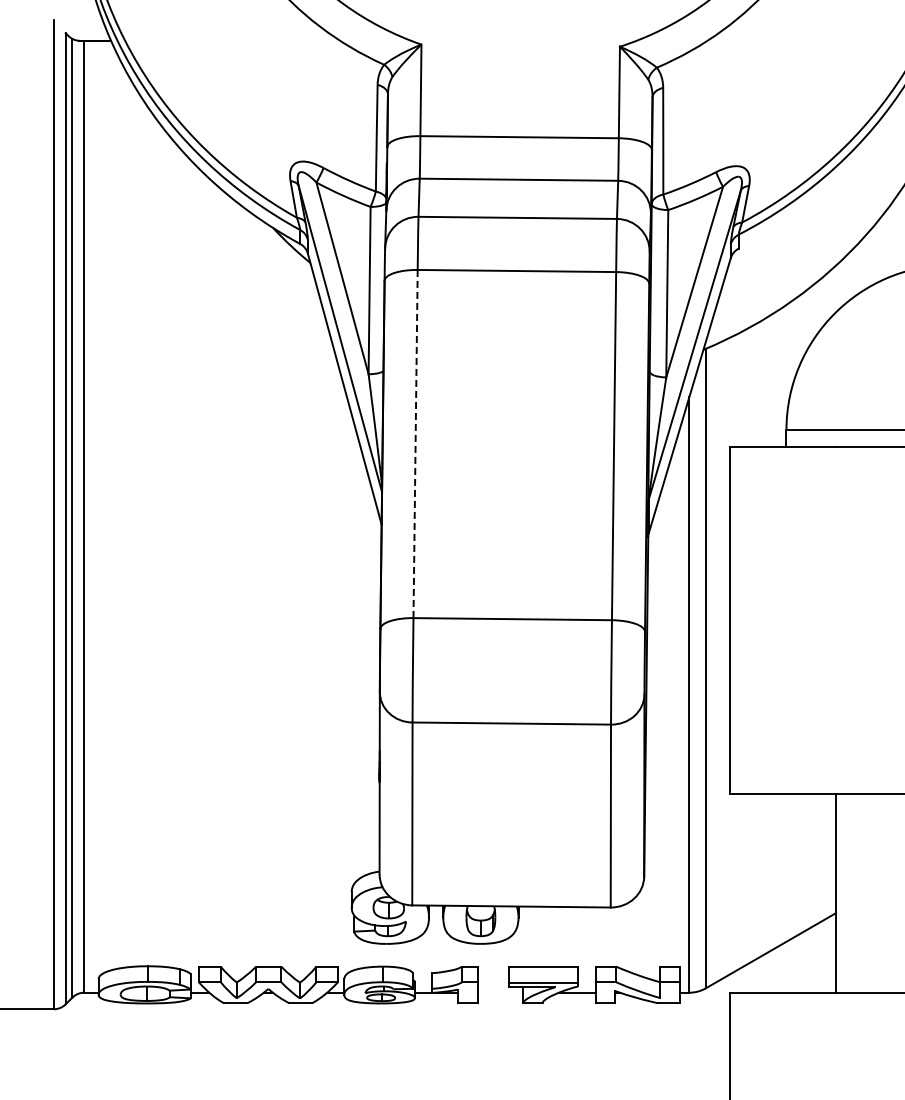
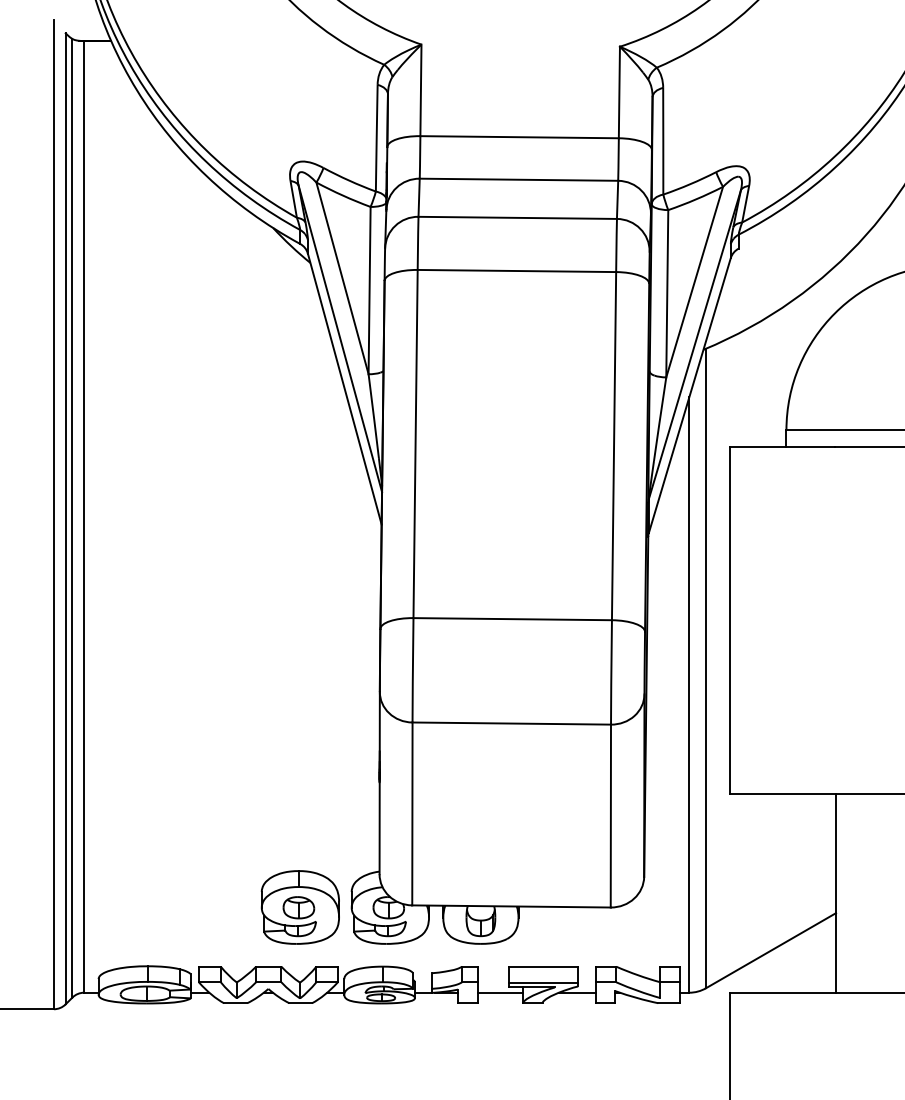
line at (415, 444): dashed -> solid
part at (299, 907): none -> present
line at (500, 992): none -> present
